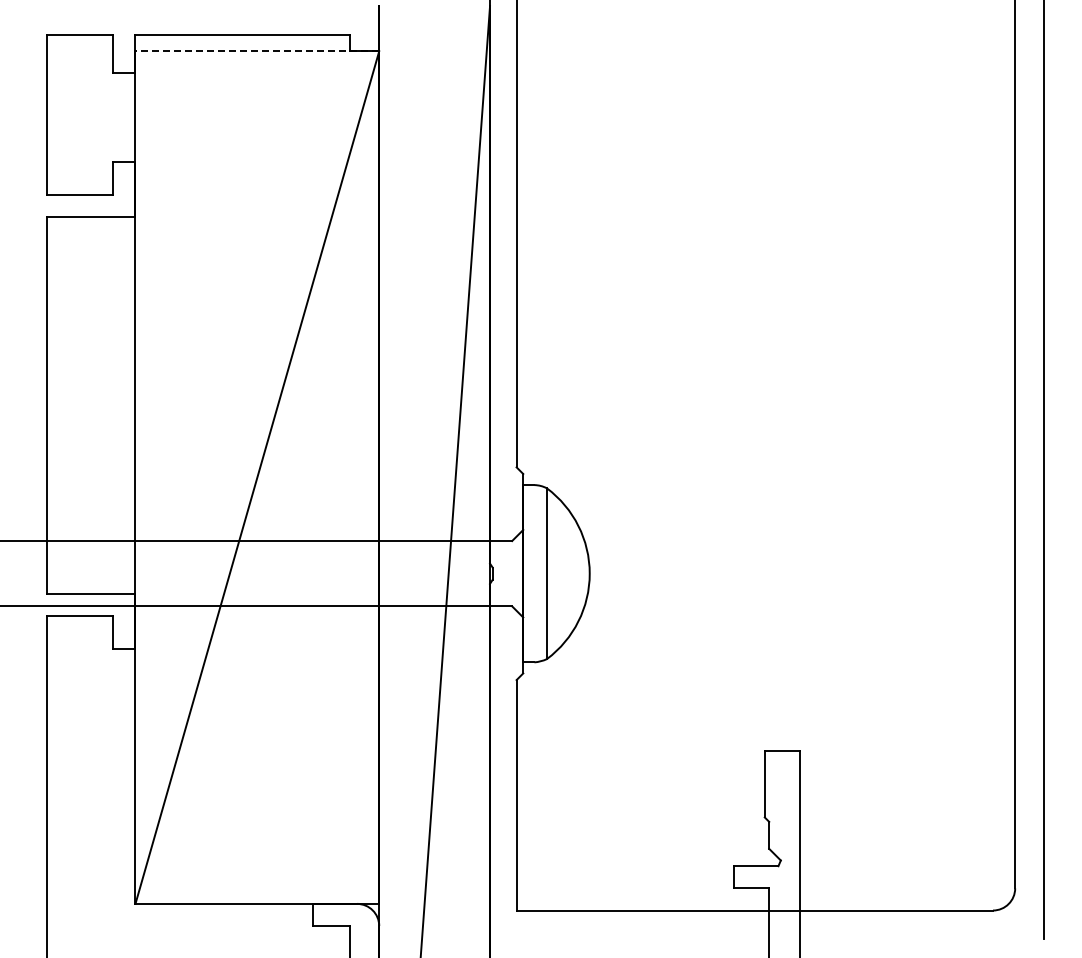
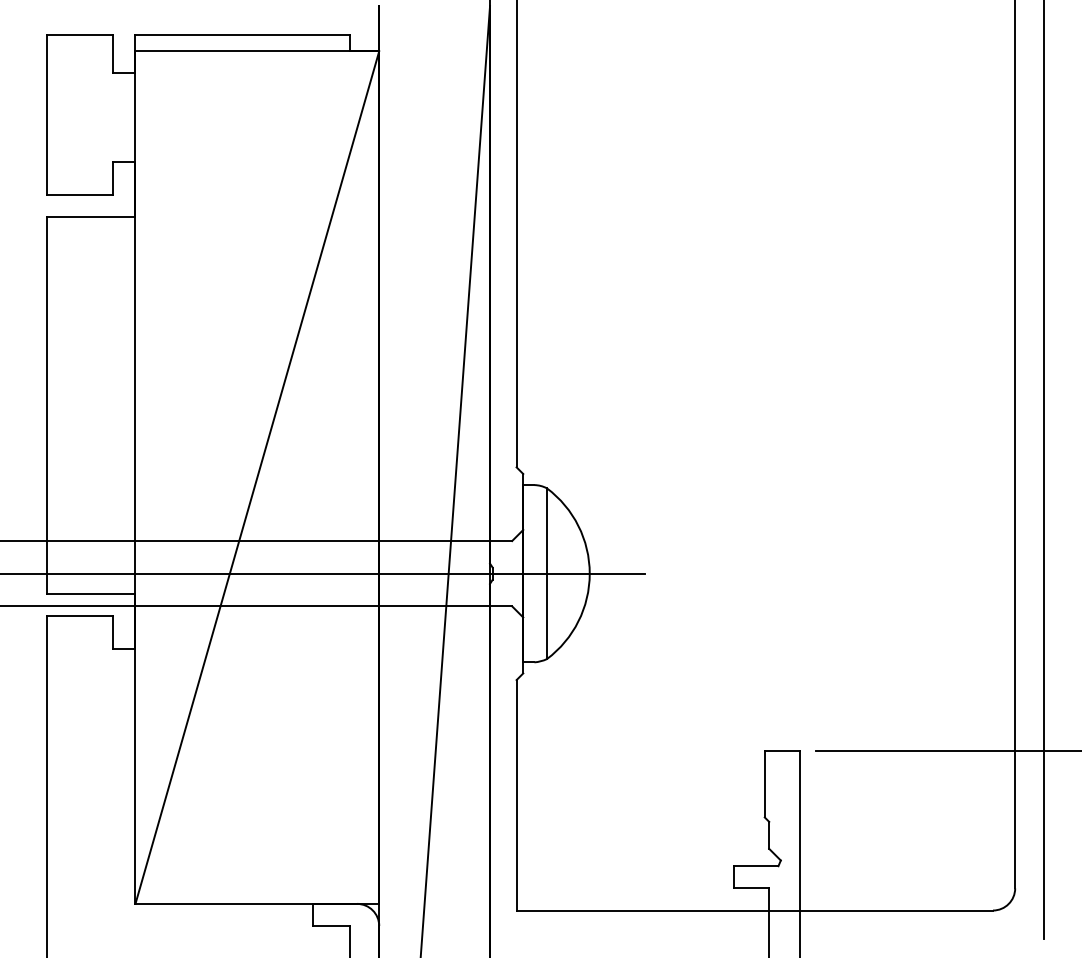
line at (257, 51): dashed -> solid
line at (323, 573): none -> present
line at (946, 750): none -> present
